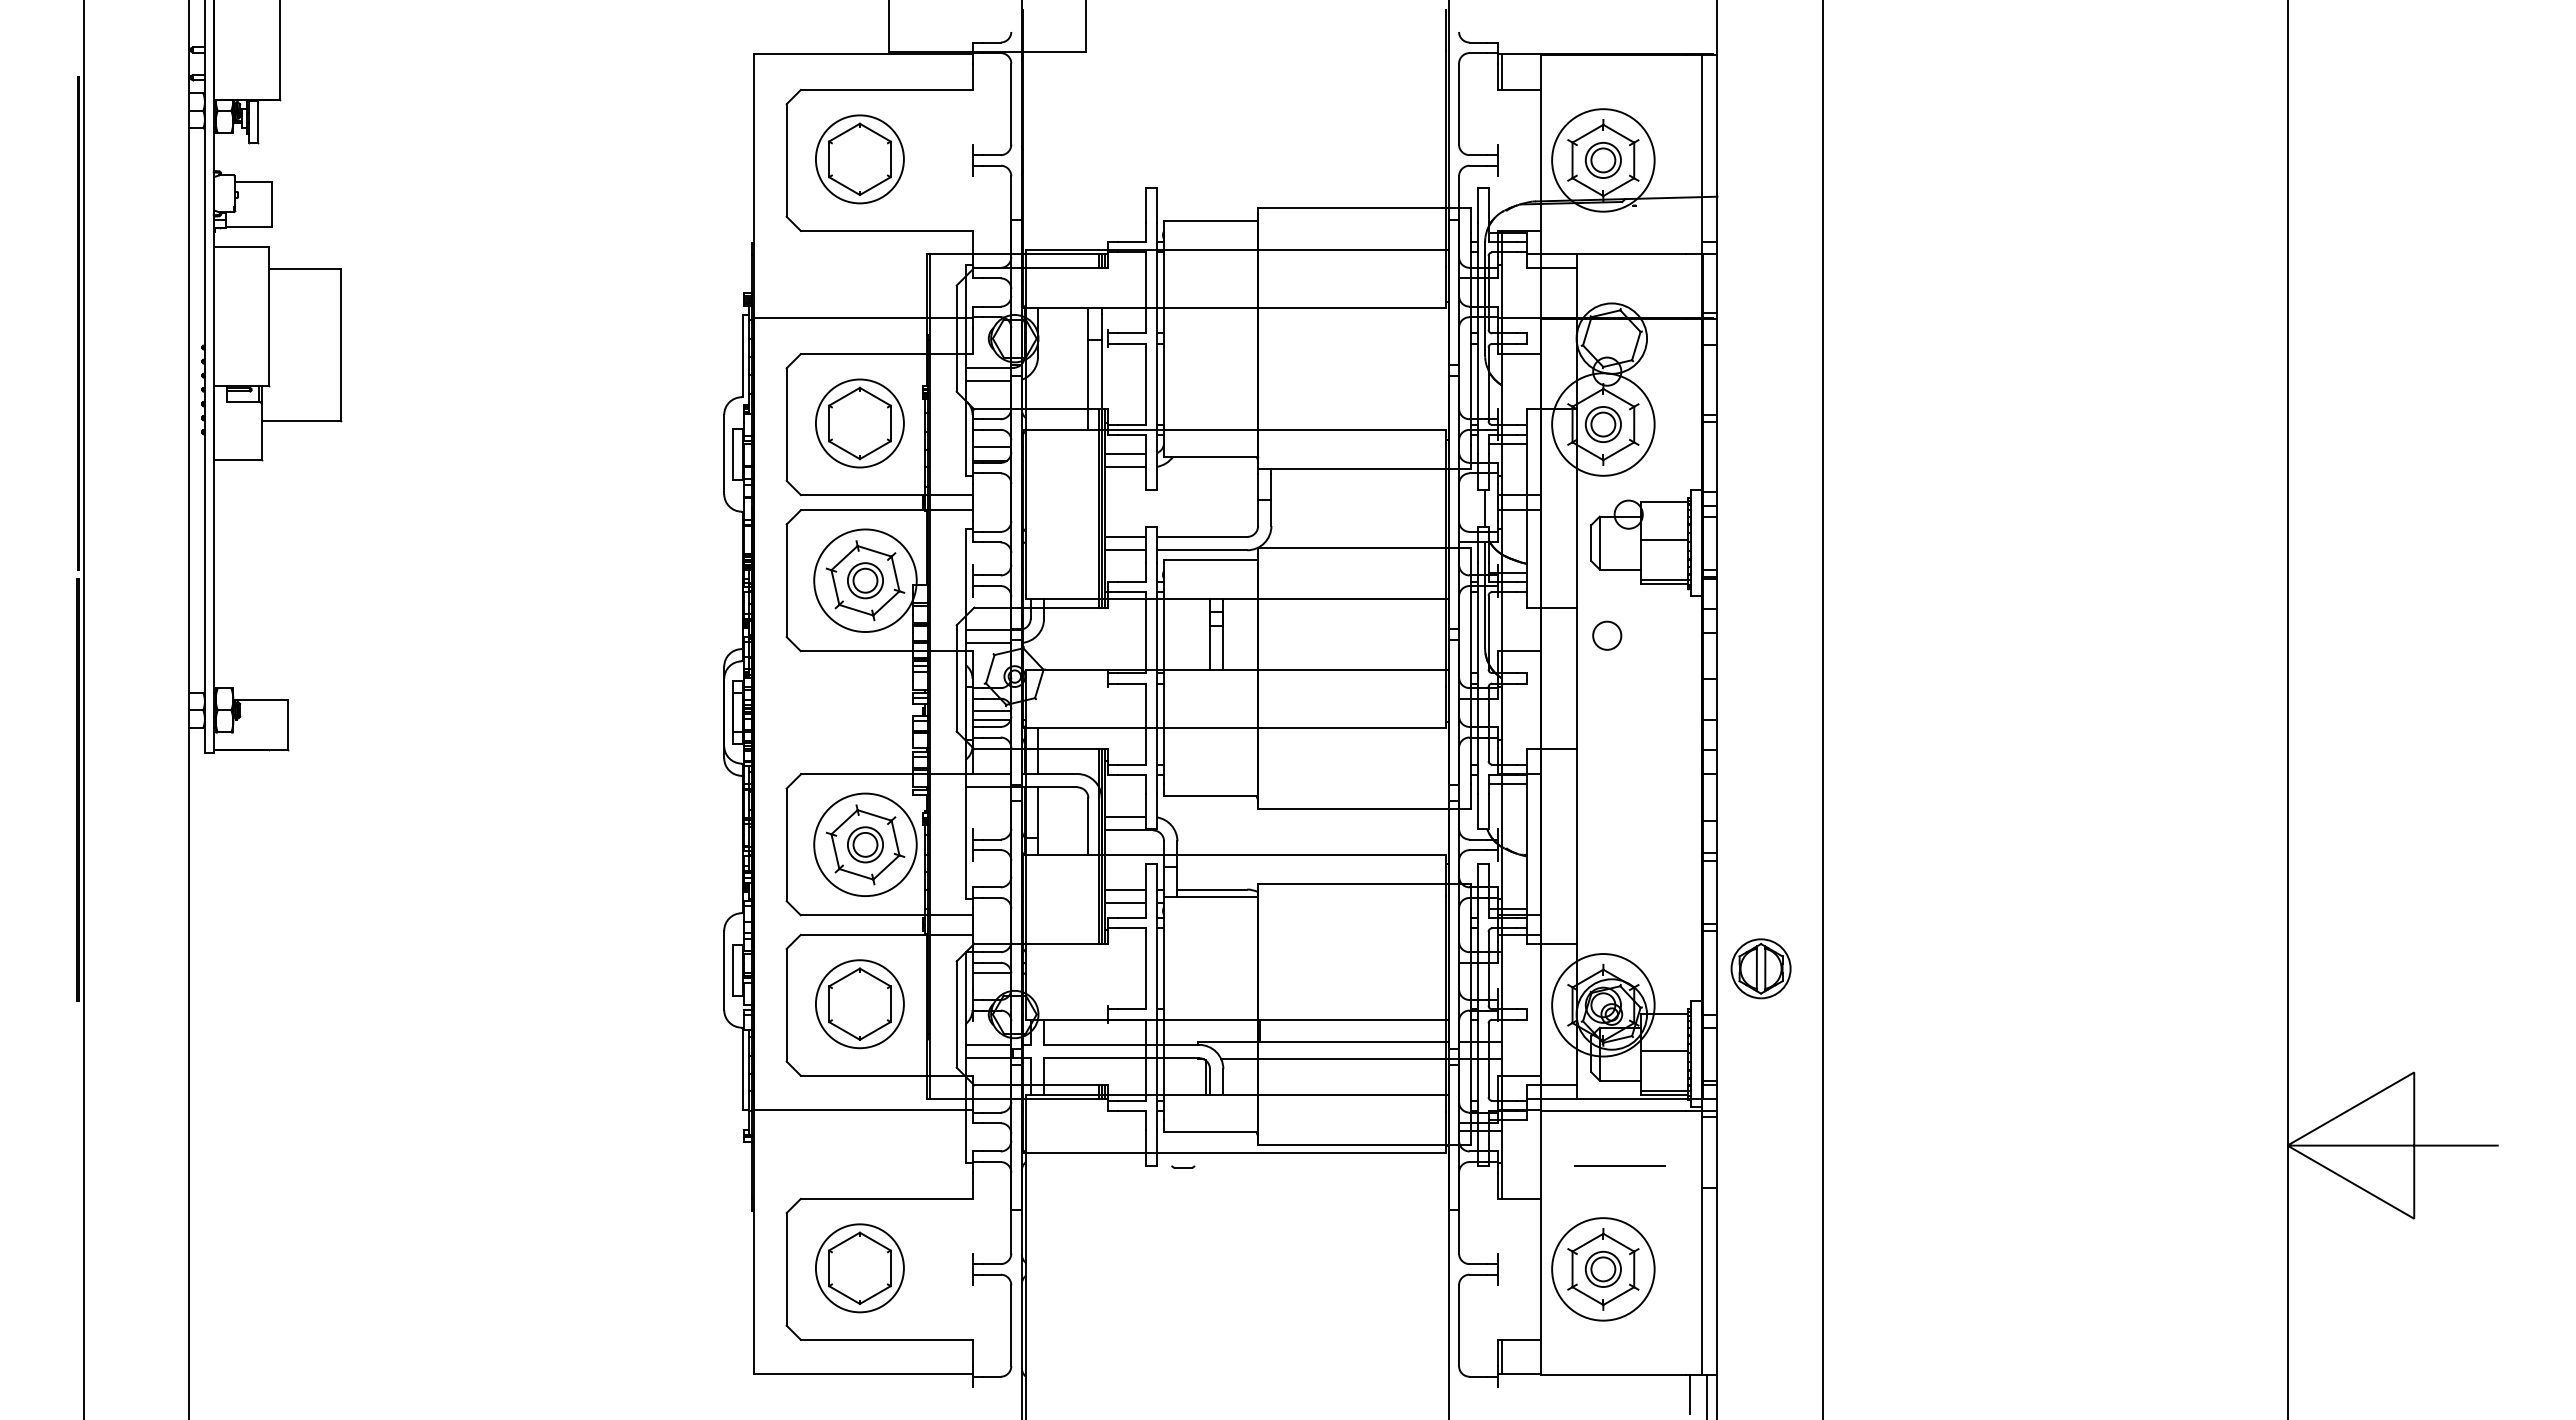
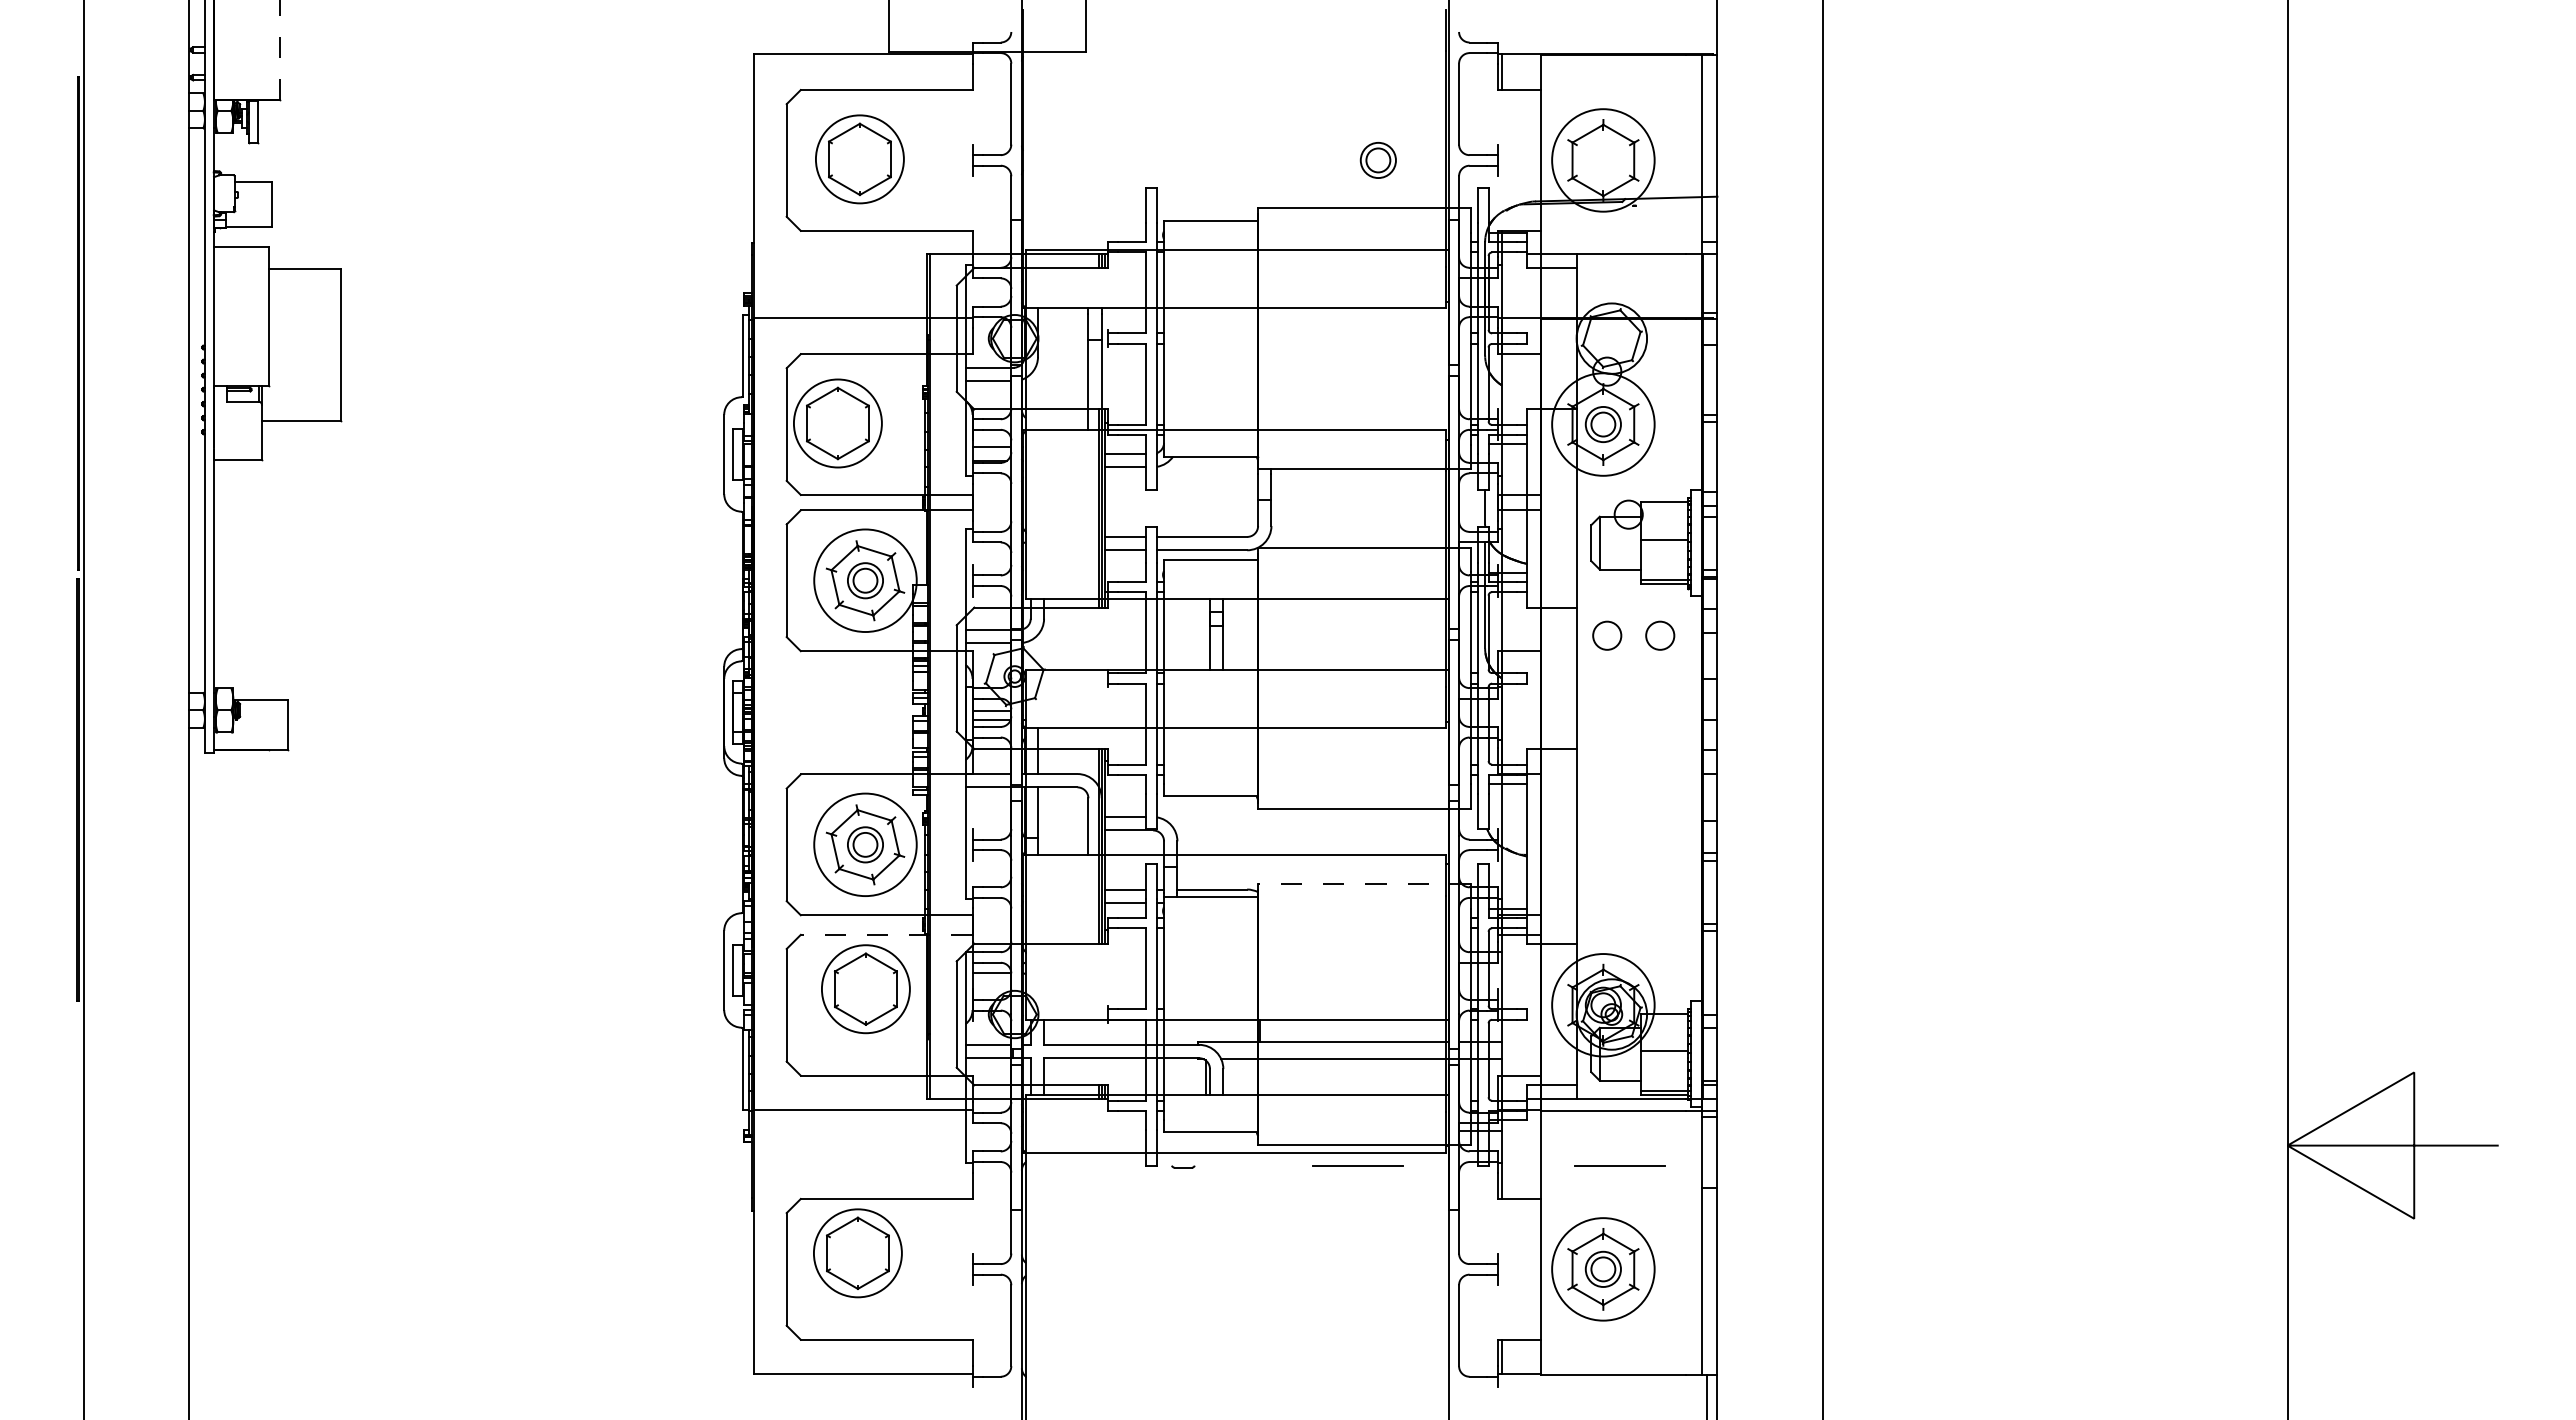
line at (280, 50): solid -> dashed
part at (1602, 160) position: (1602, 160) -> (1377, 160)
part at (859, 423) position: (859, 423) -> (837, 423)
circle at (1660, 635): none -> present
line at (1364, 883): solid -> dashed
line at (886, 934): solid -> dashed
part at (1760, 968): present -> none
part at (859, 1004) position: (859, 1004) -> (865, 989)
line at (1357, 1165): none -> present
part at (859, 1268) position: (859, 1268) -> (857, 1253)
line at (1689, 1394): present -> none
